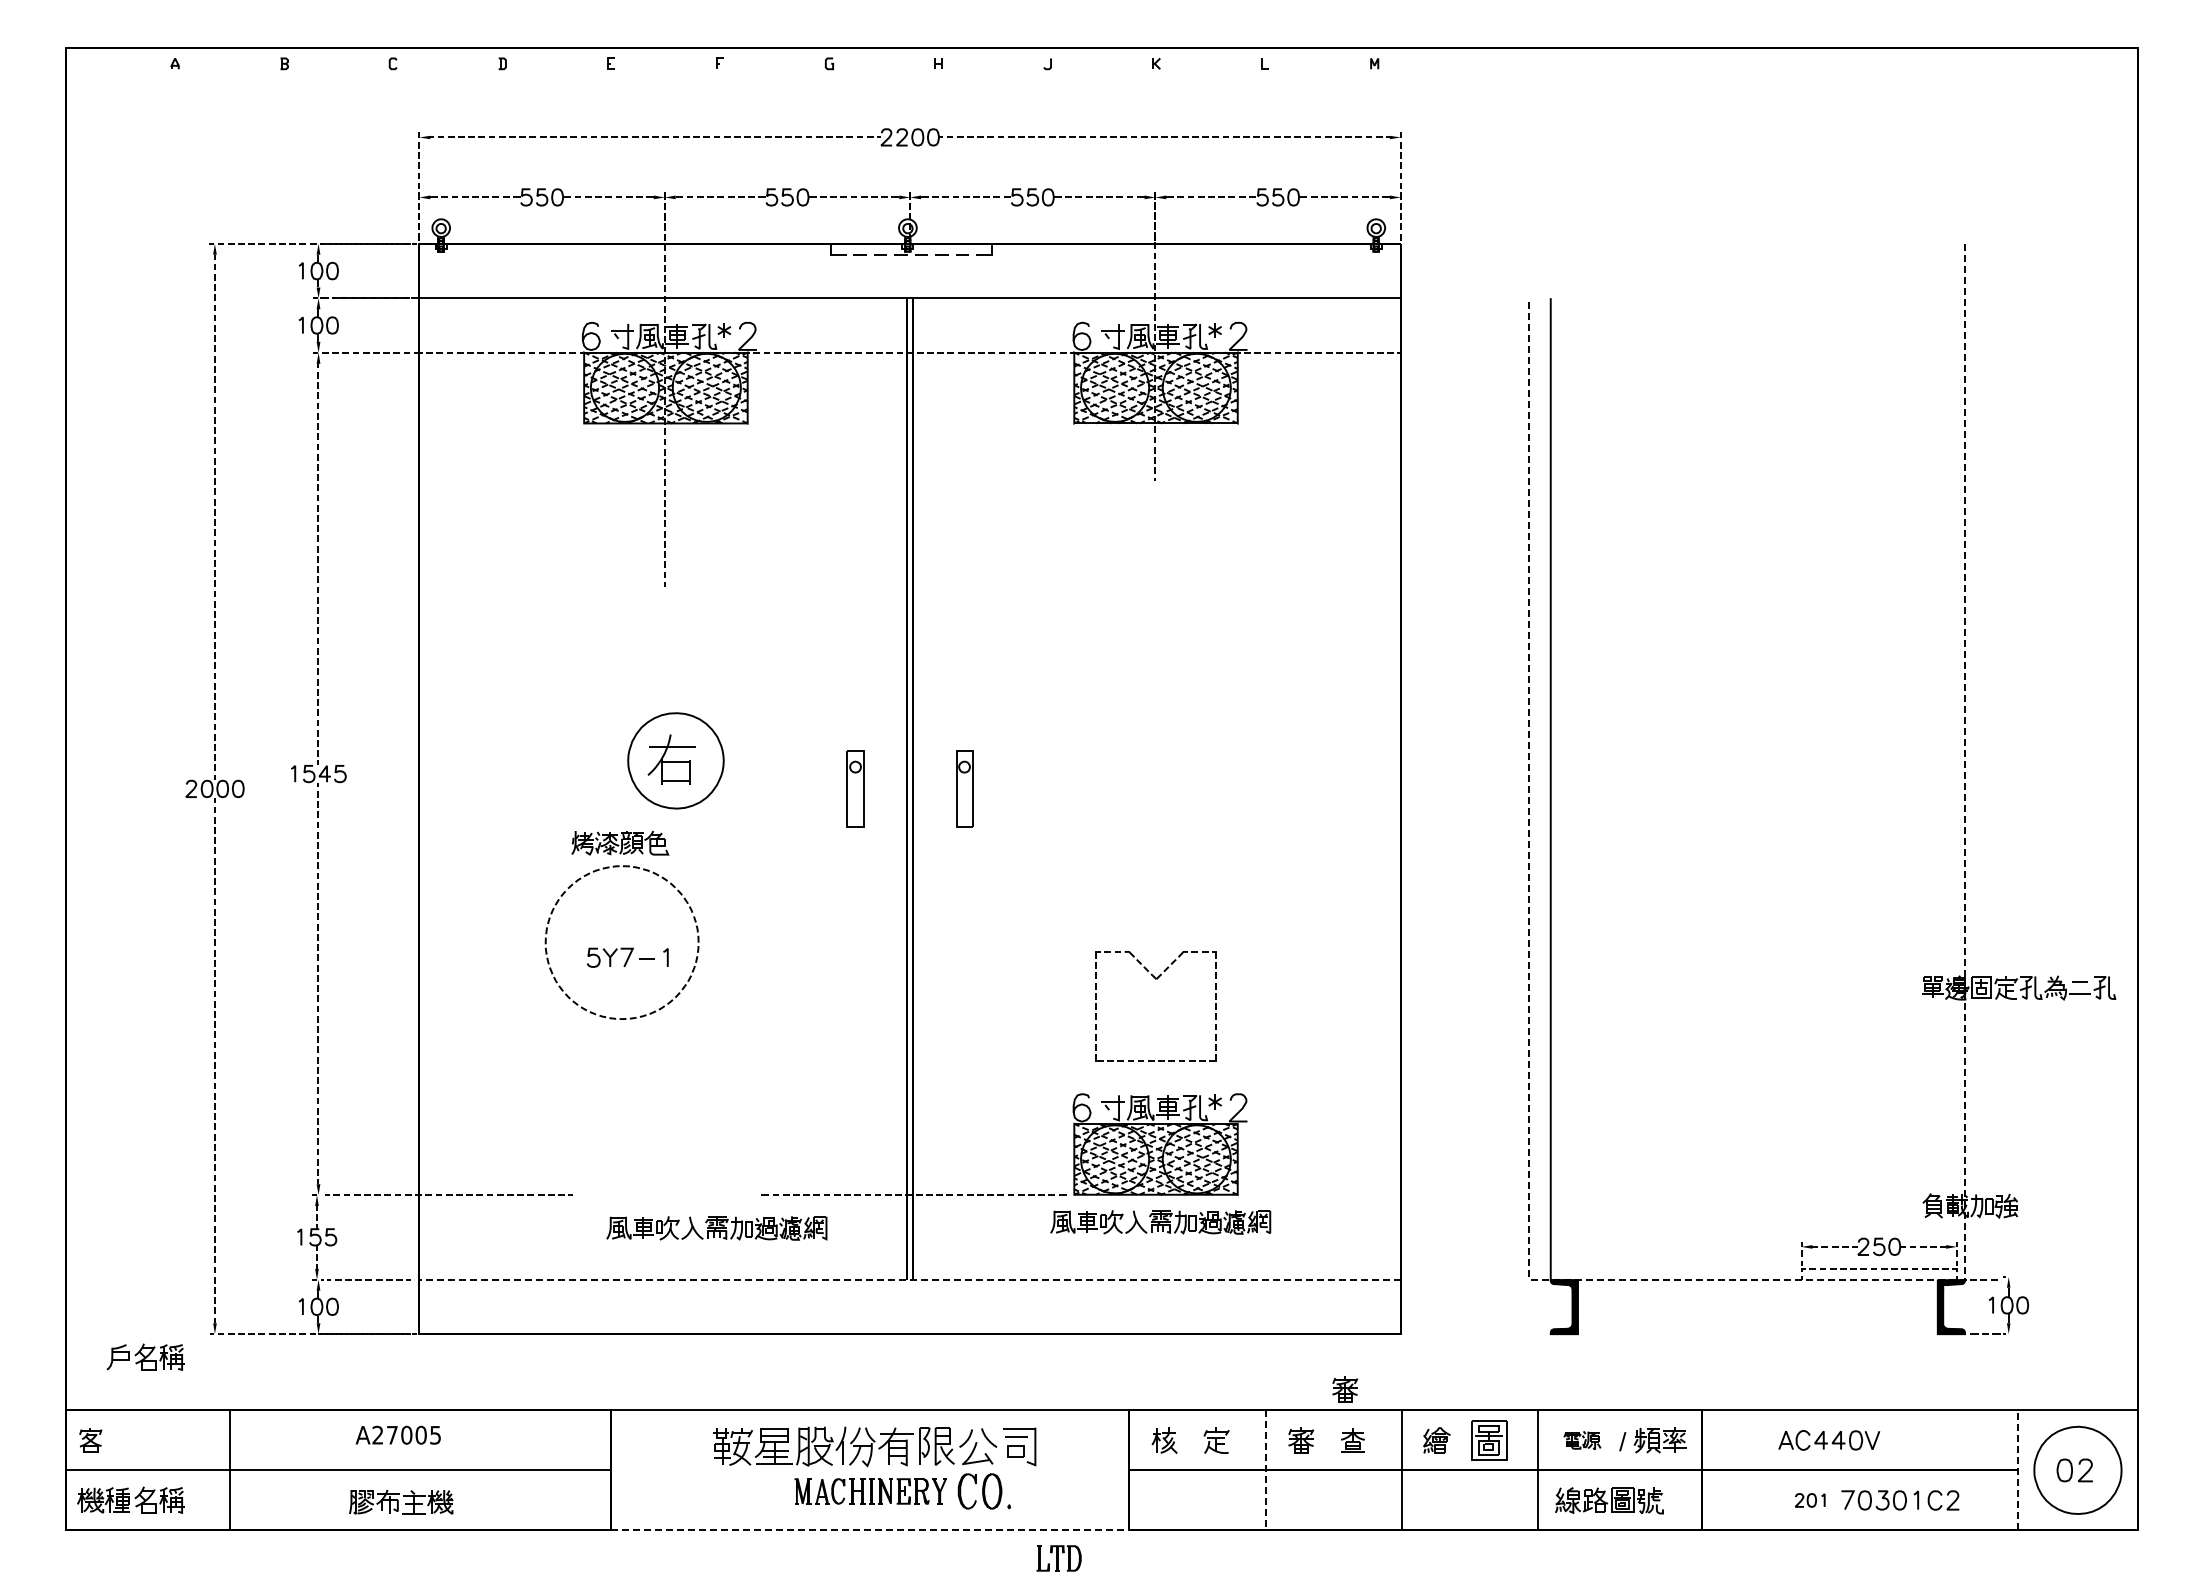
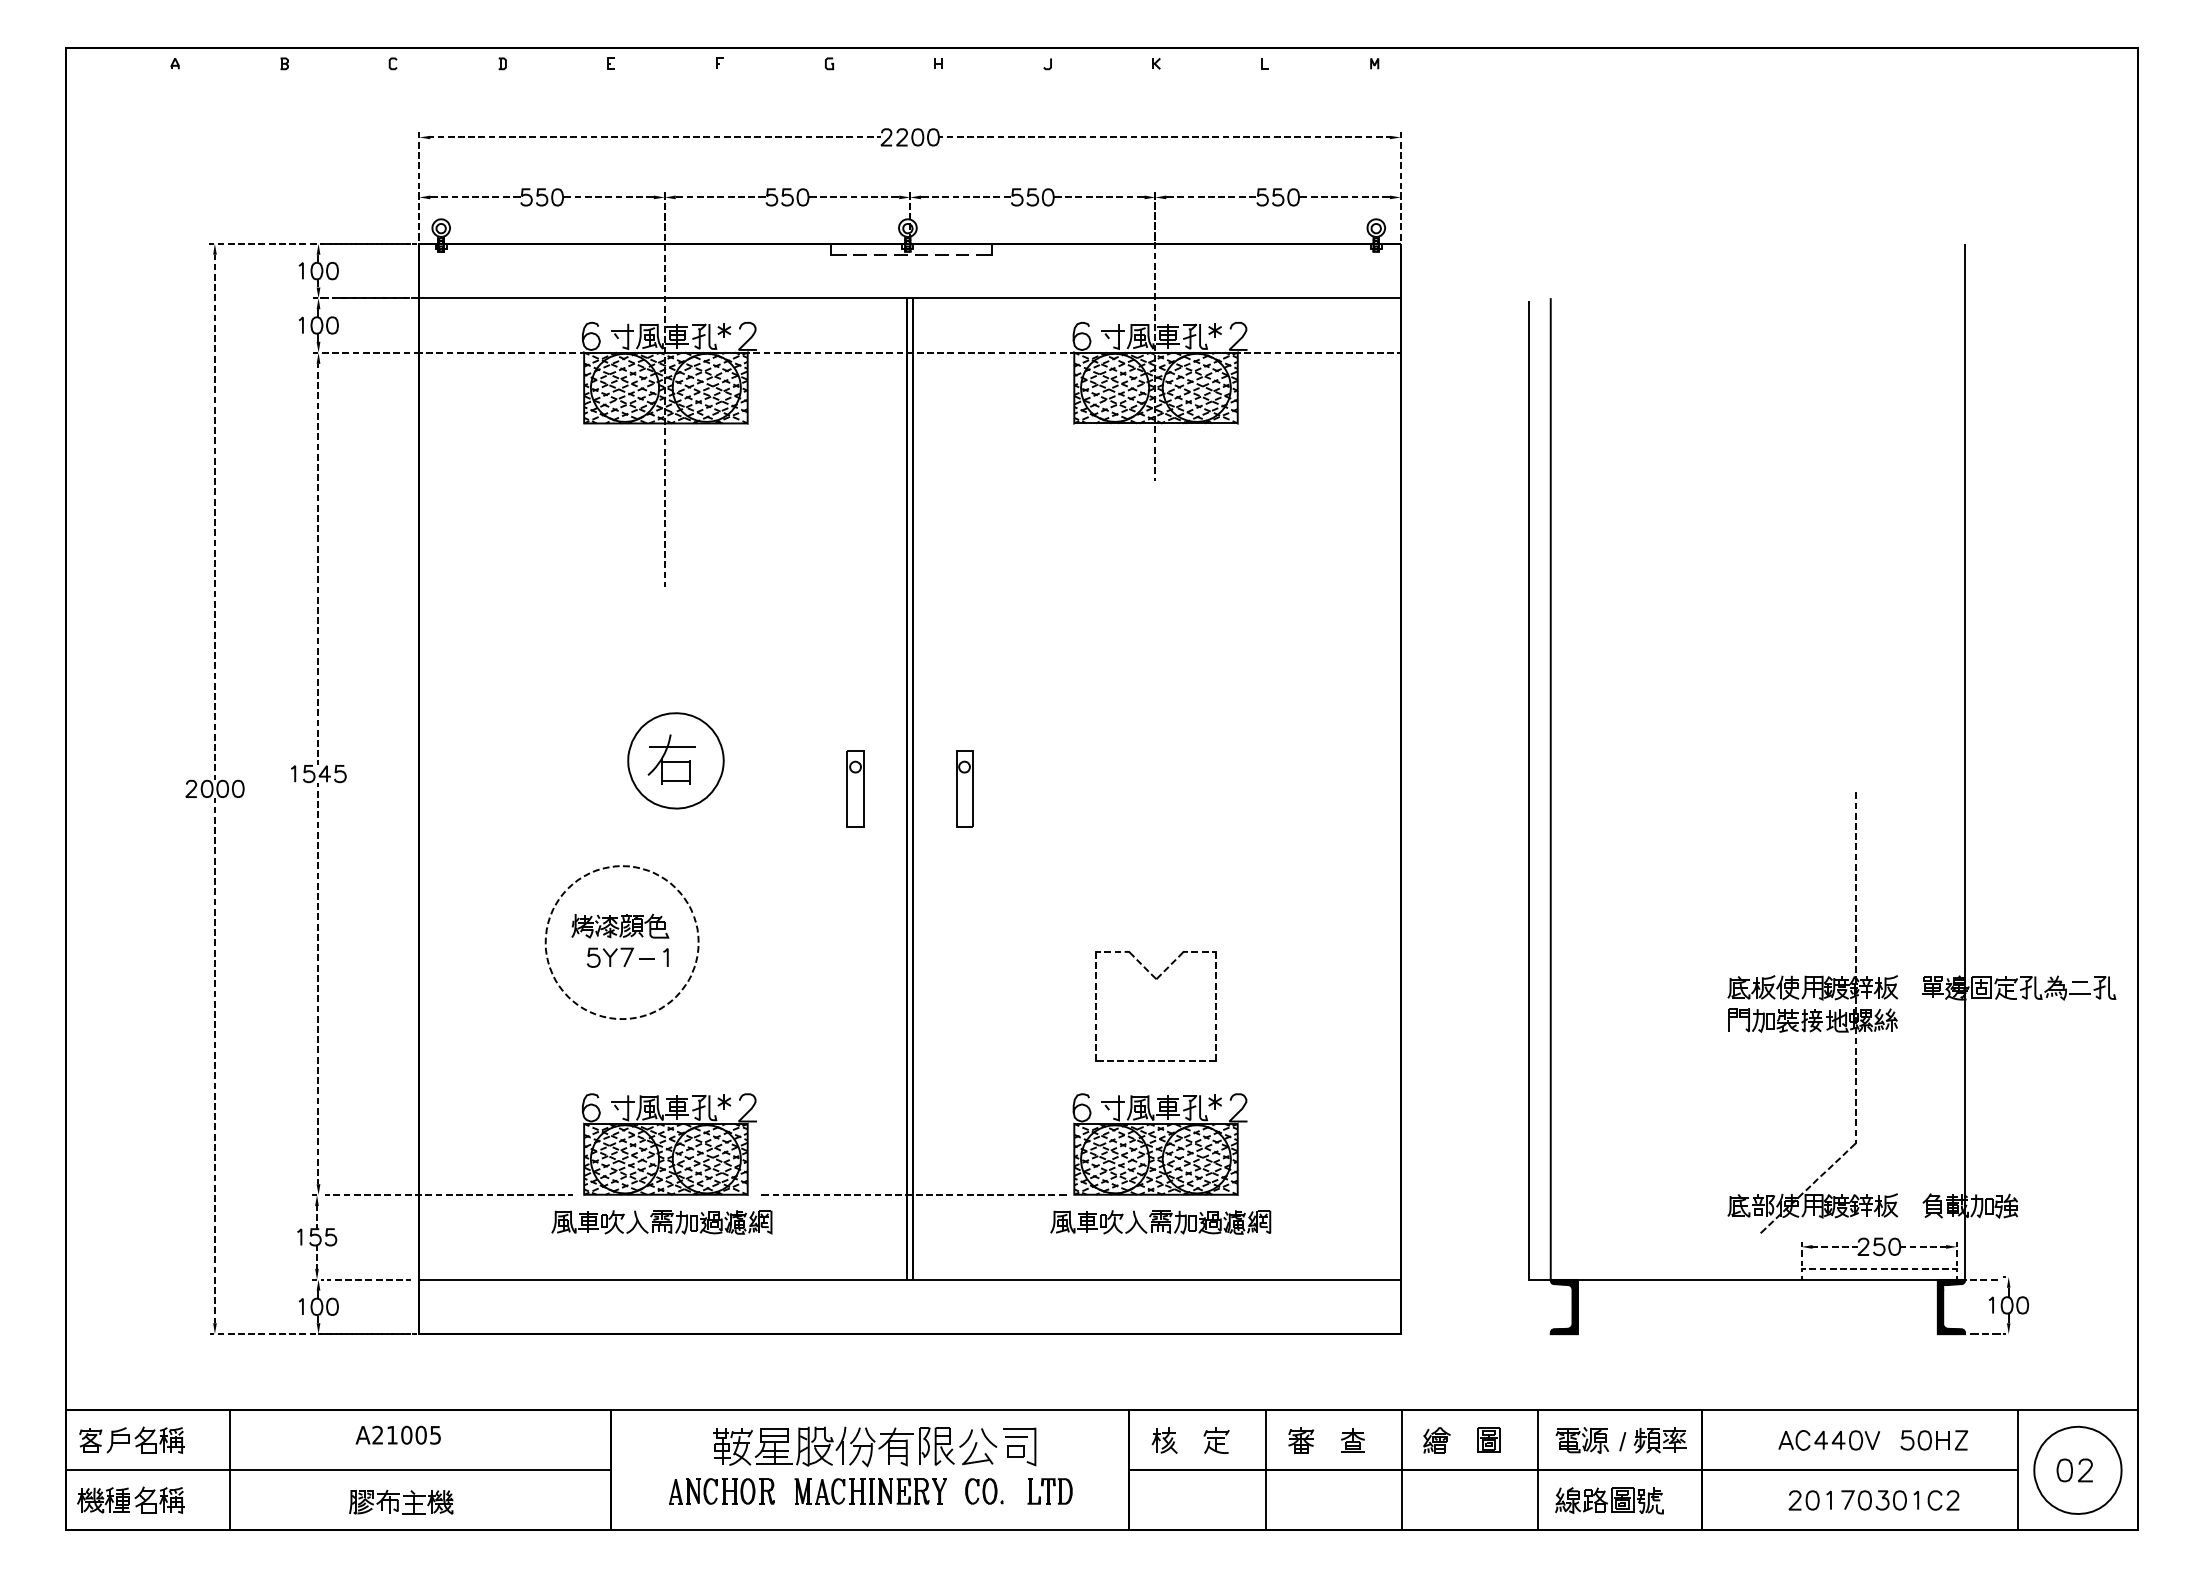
part at (620, 842) position: (620, 842) -> (620, 925)
part at (1812, 1012): none -> present
part at (669, 1144): none -> present
part at (716, 1228) position: (716, 1228) -> (661, 1222)
line at (910, 1279): dashed -> solid
line at (1775, 1279): dashed -> solid
part at (145, 1356) position: (145, 1356) -> (145, 1439)
part at (1345, 1389): present -> none
text at (392, 1435): A27005 -> A21005
part at (1489, 1440) size: 37x41 px -> 24x26 px
part at (1582, 1440) size: 39x20 px -> 55x27 px
part at (1934, 1440): none -> present
line at (2018, 1469): dashed -> solid
line at (1265, 1470): dashed -> solid
part at (721, 1491): none -> present
part at (983, 1491) size: 54x37 px -> 39x27 px
part at (1809, 1500) size: 32x15 px -> 44x21 px
line at (870, 1530): dashed -> solid
part at (1058, 1558) position: (1058, 1558) -> (1049, 1491)
